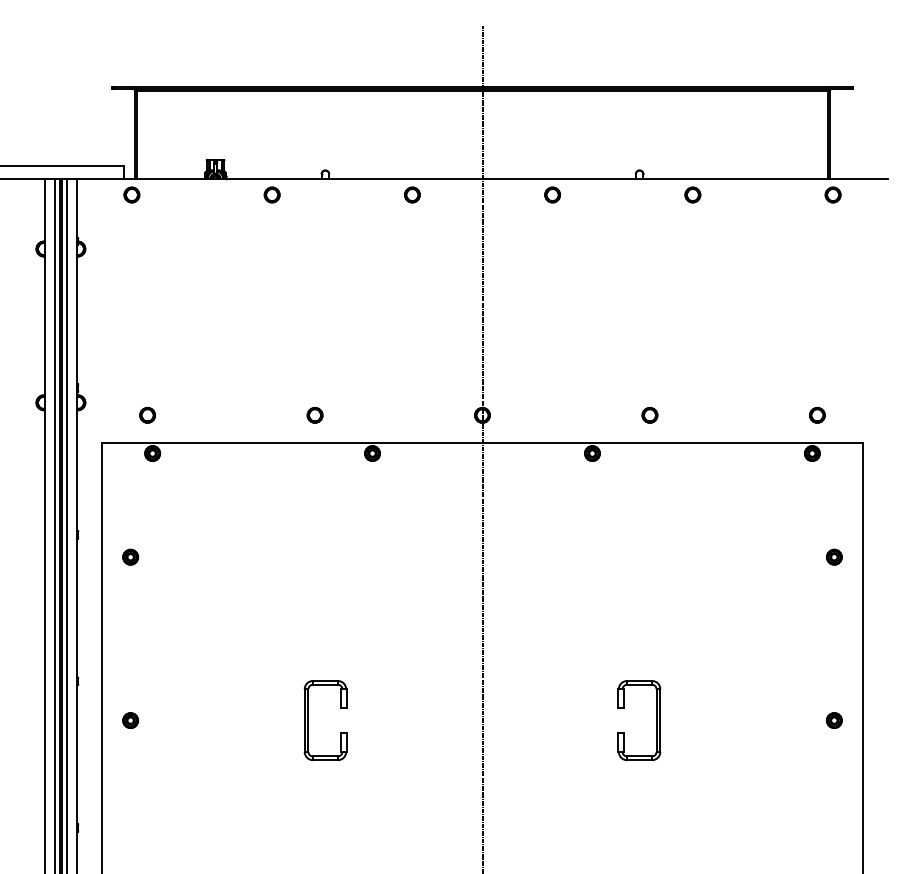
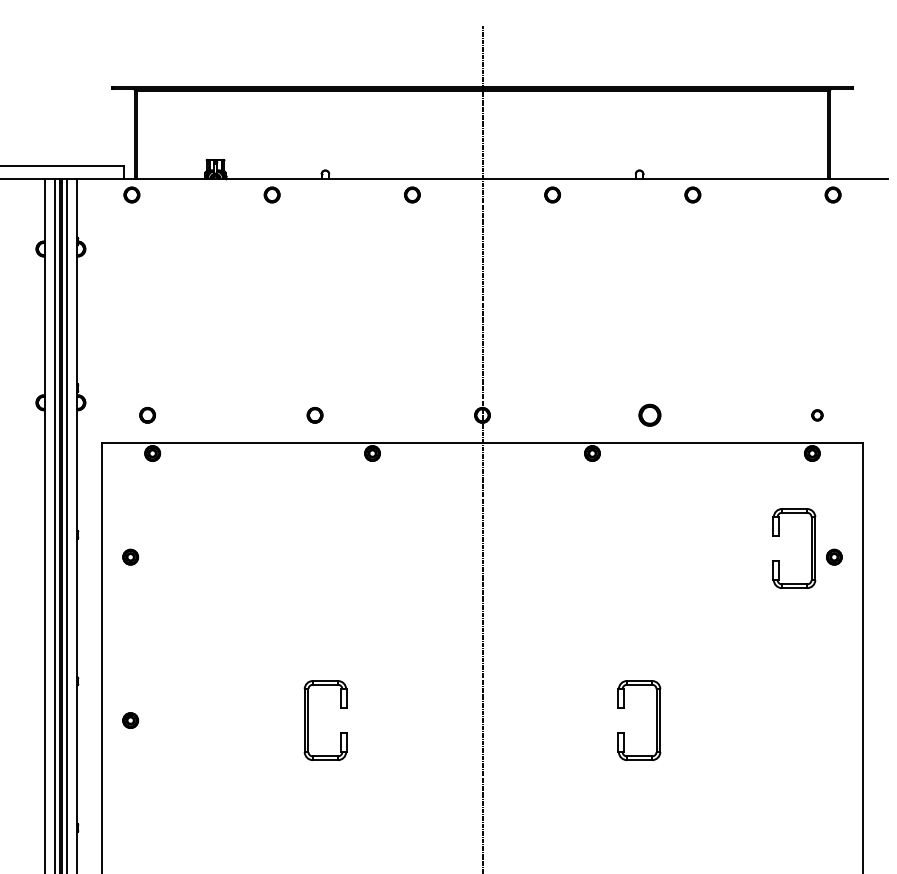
circle at (649, 415) size: 18x17 px -> 24x24 px
circle at (817, 415) size: 17x17 px -> 13x13 px
part at (811, 548): none -> present
part at (834, 720): present -> none
